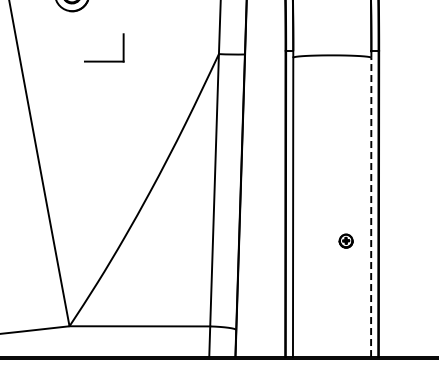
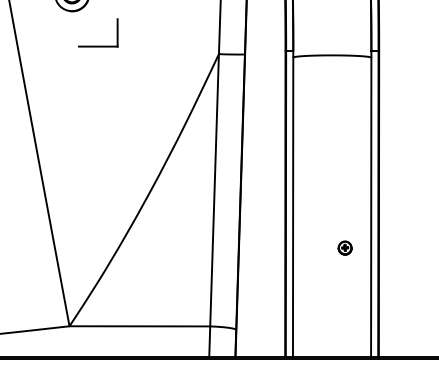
part at (104, 60) position: (104, 60) -> (98, 45)
line at (371, 207): dashed -> solid
part at (345, 240) position: (345, 240) -> (344, 247)
